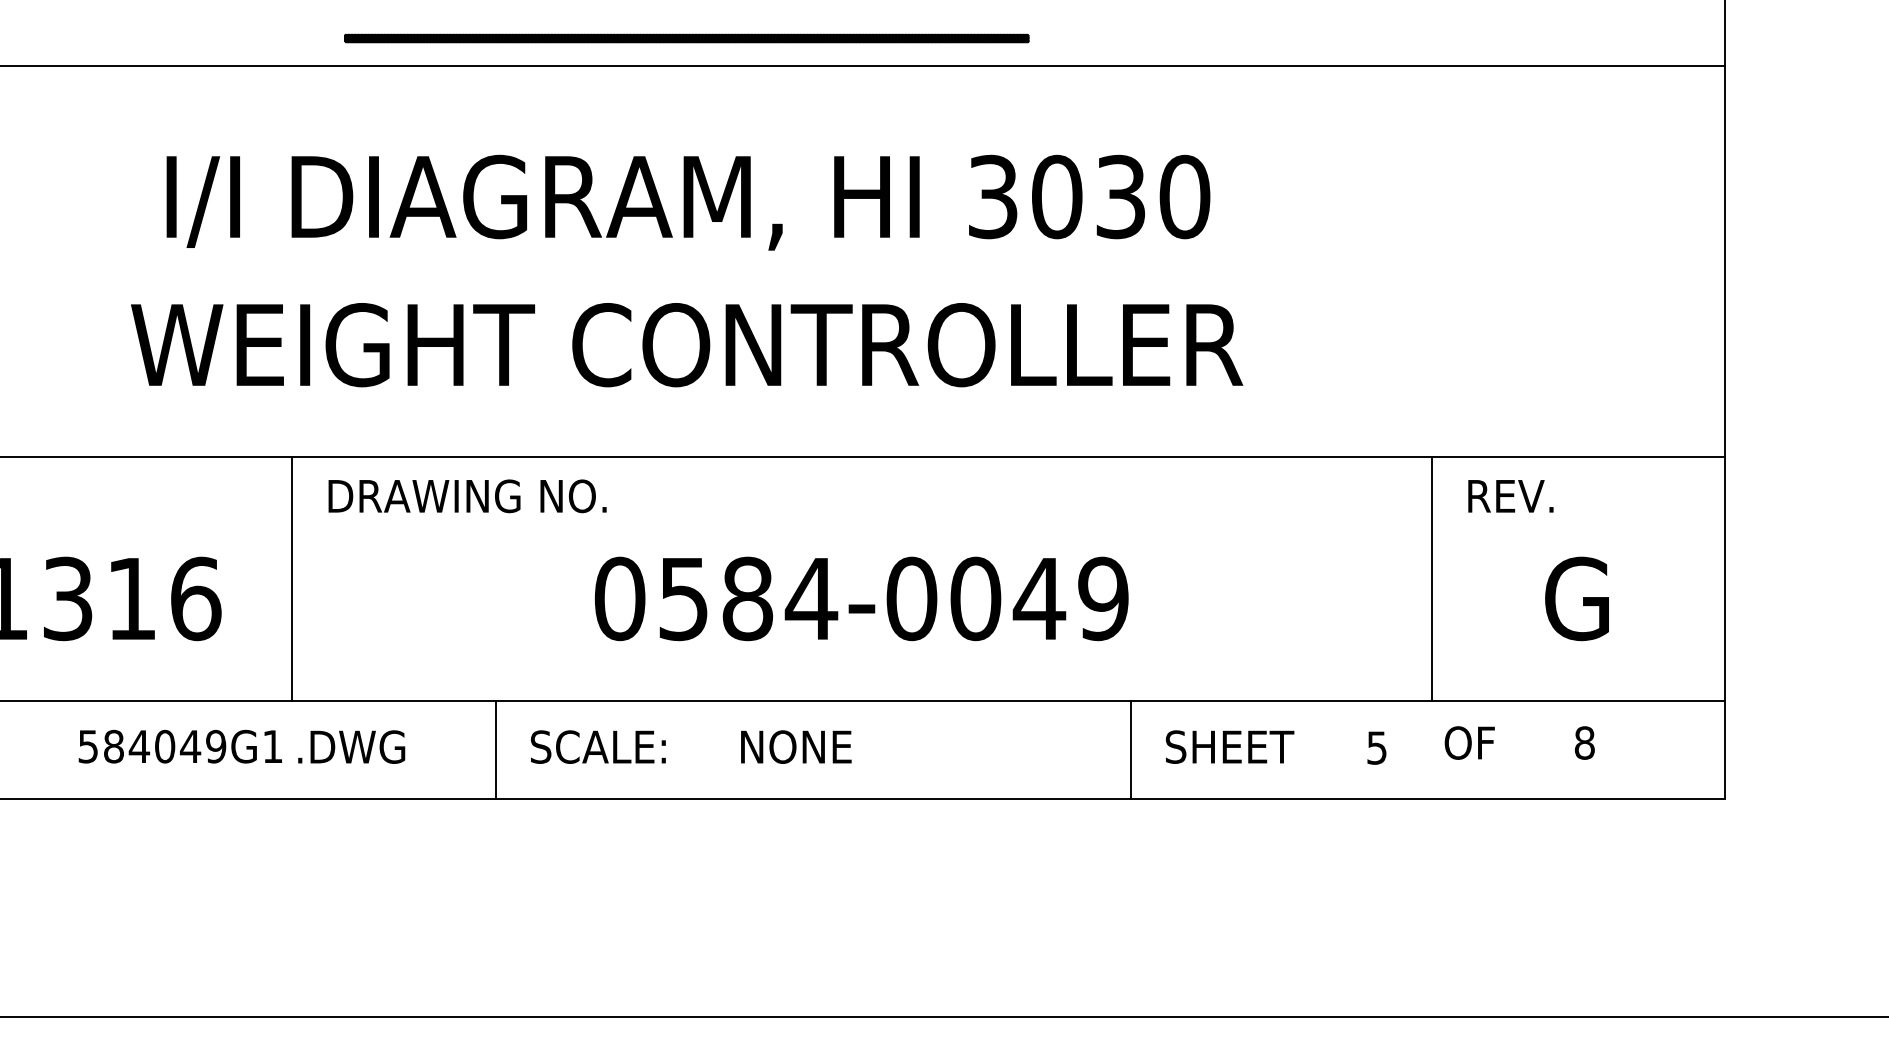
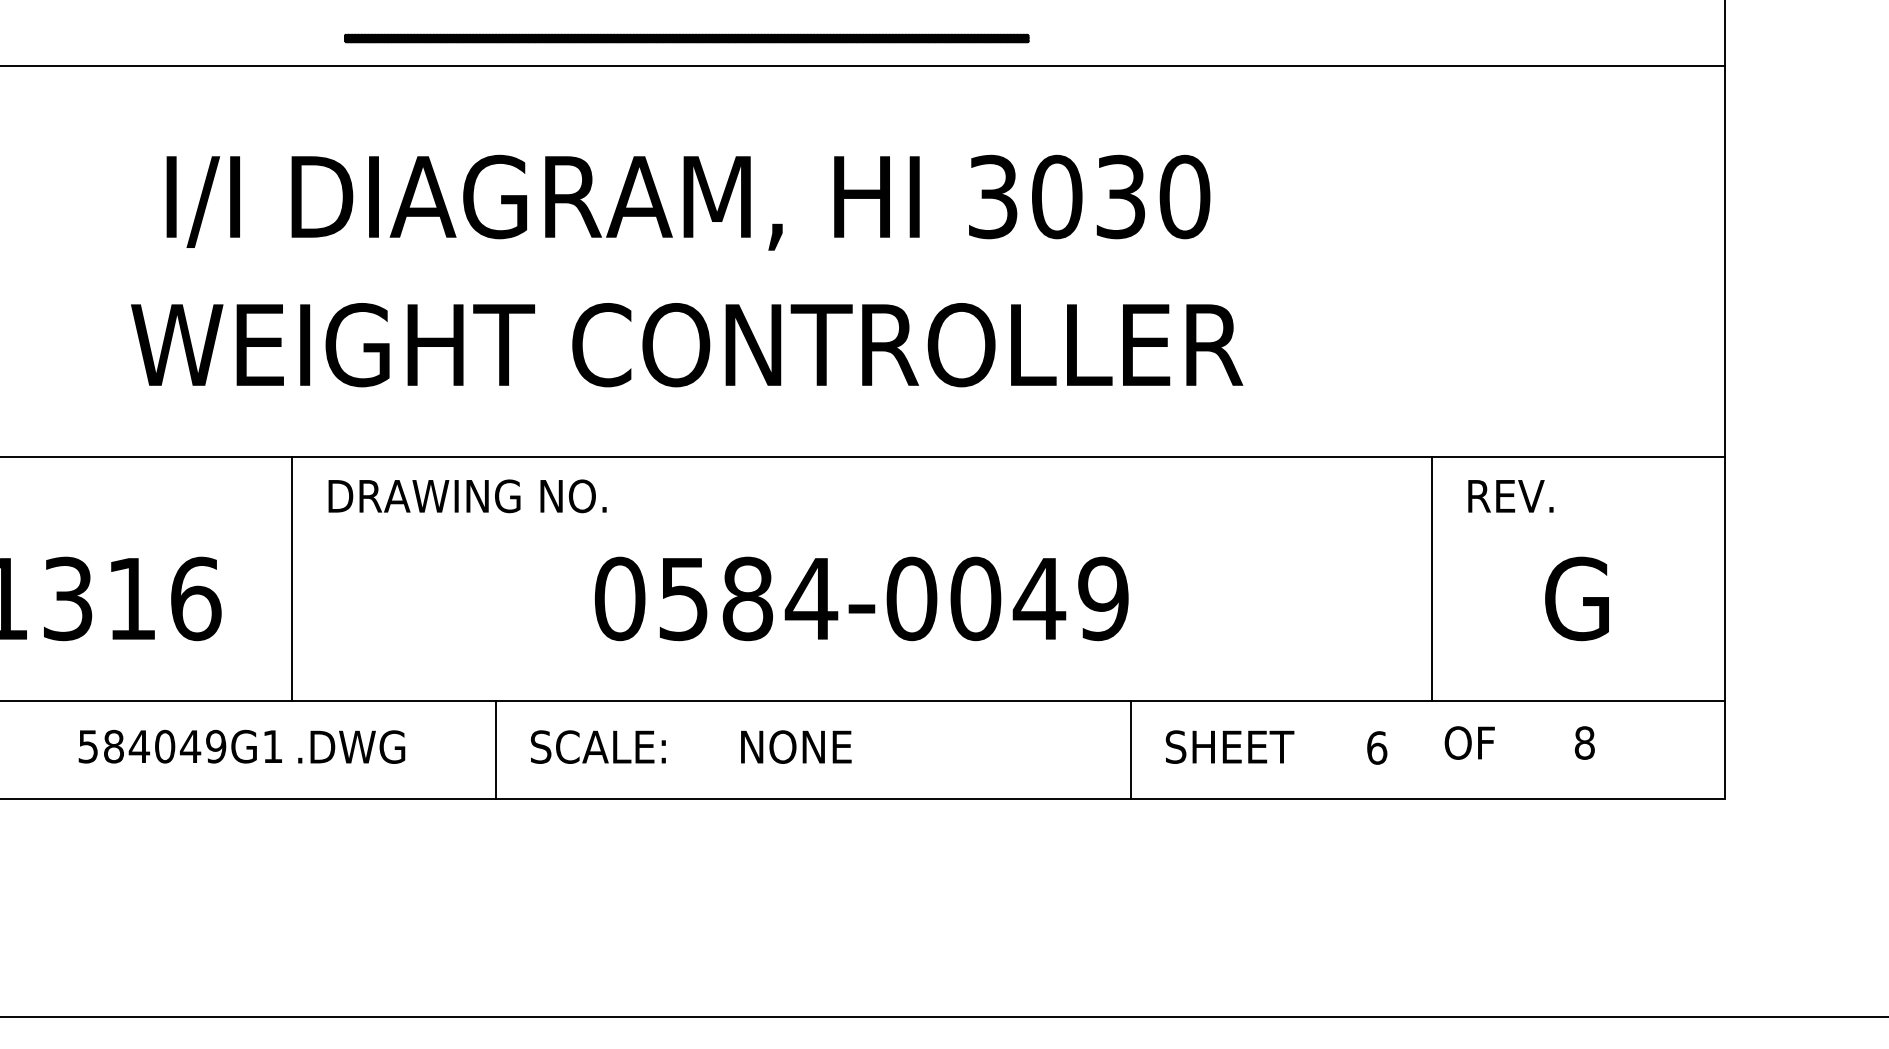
text at (1377, 747): 5 -> 6
